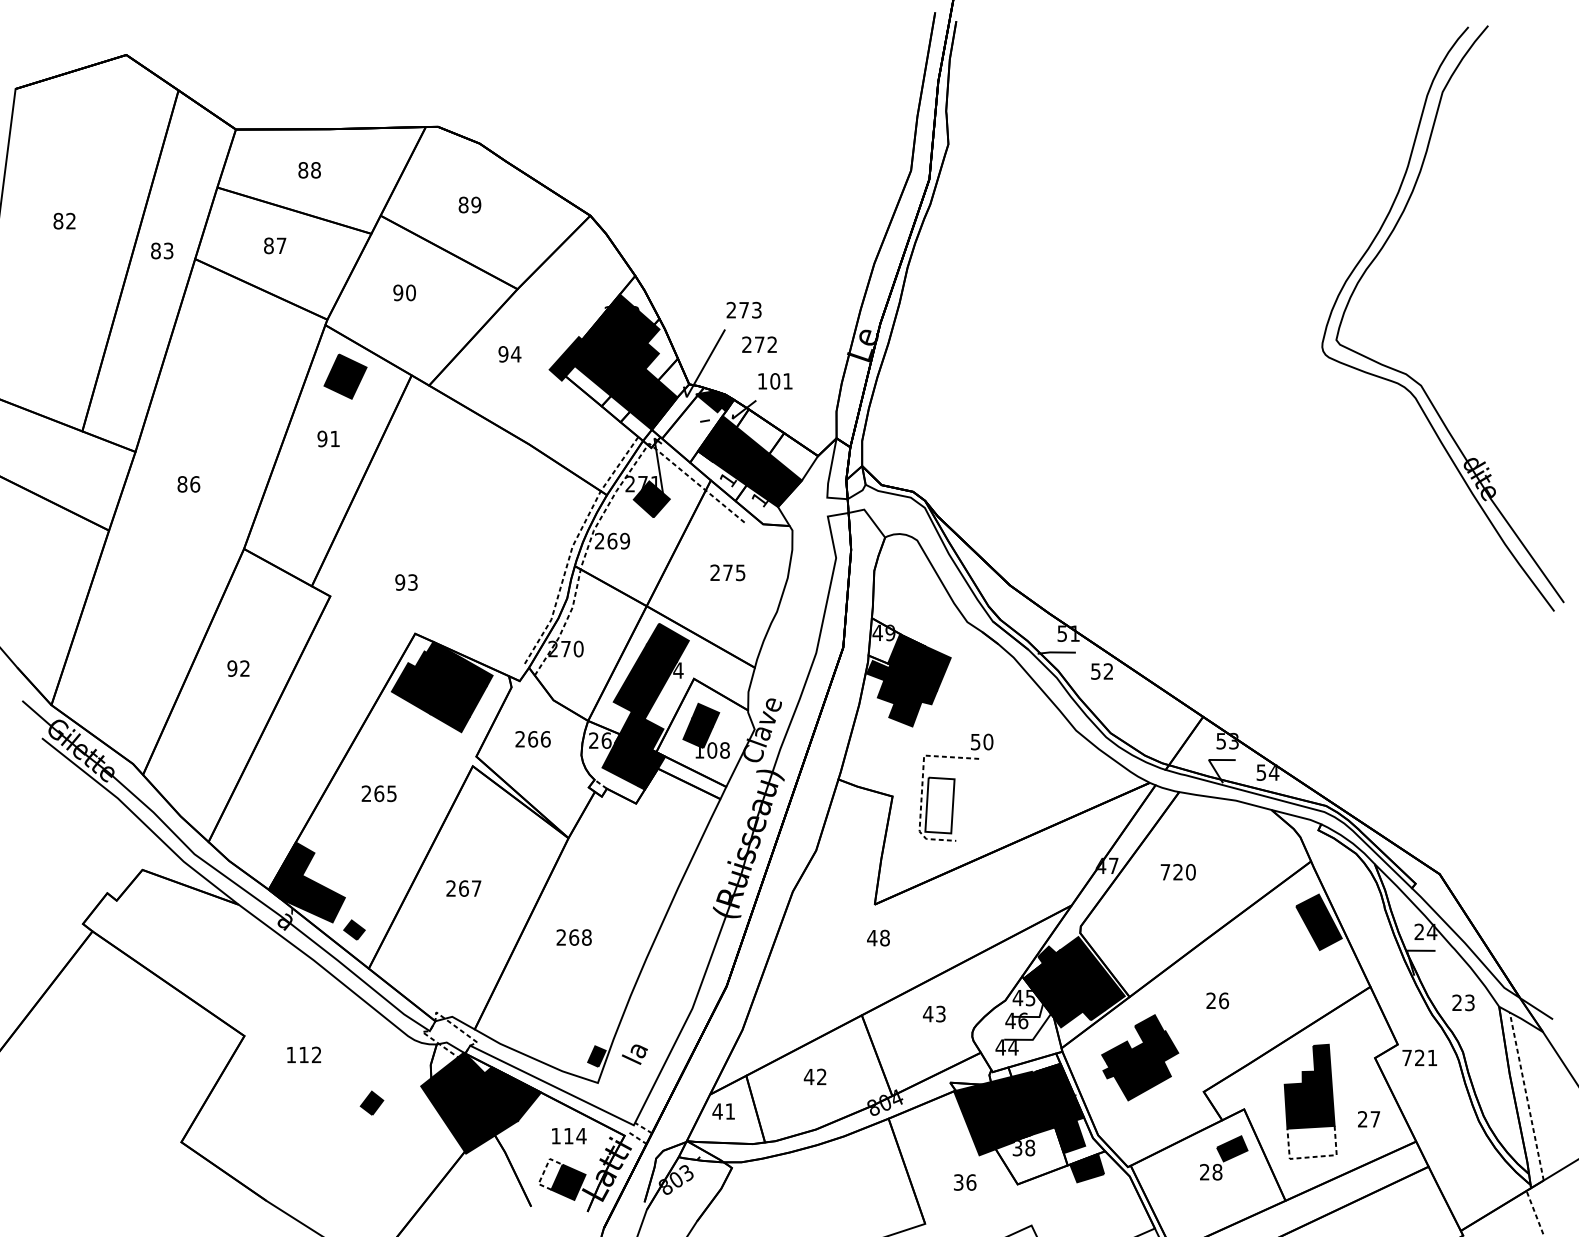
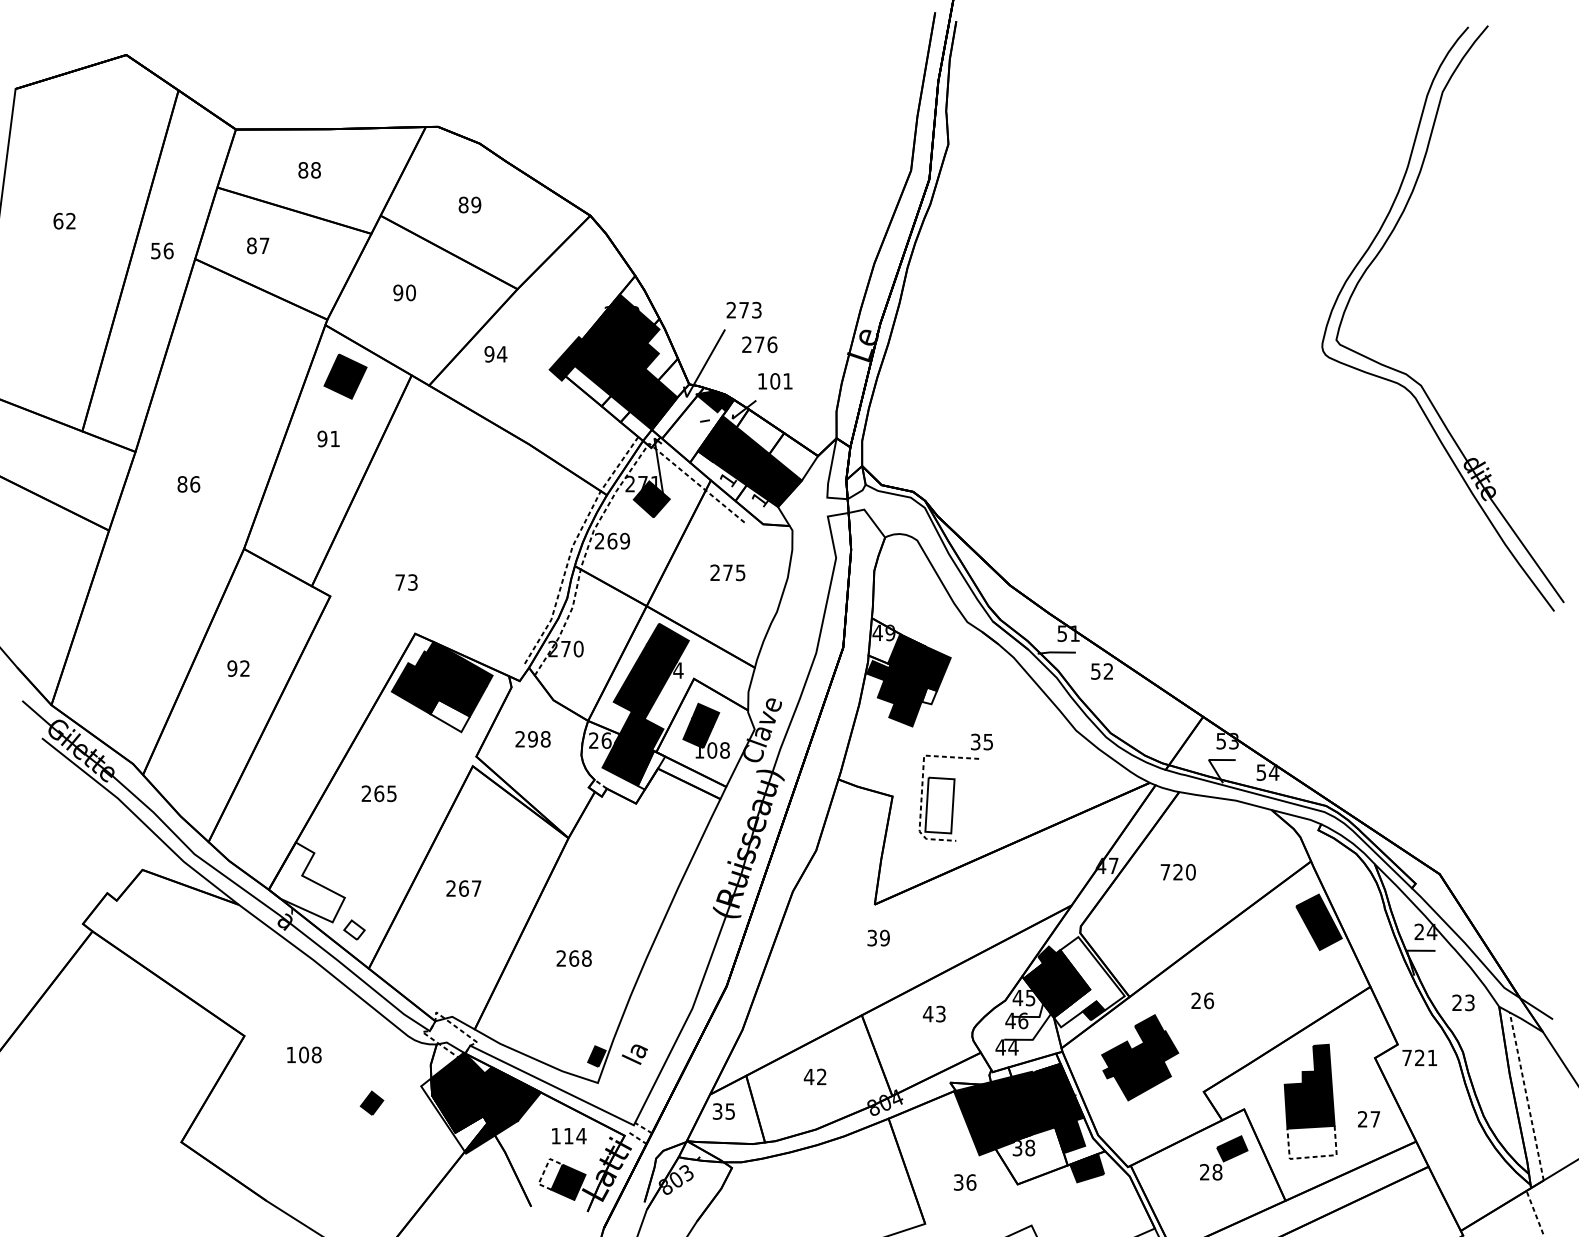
text at (58, 220): 82 -> 62
text at (275, 245) position: (275, 245) -> (258, 245)
text at (162, 250): 83 -> 56
text at (772, 344): 272 -> 276
text at (509, 354) position: (509, 354) -> (495, 354)
text at (400, 582): 93 -> 73
fill at (929, 695): present -> none
fill at (450, 715): present -> none
text at (539, 739): 266 -> 298
text at (982, 741): 50 -> 35
fill at (651, 770): present -> none
fill at (306, 882): present -> none
fill at (354, 929): present -> none
text at (573, 937) position: (573, 937) -> (573, 958)
text at (878, 937): 48 -> 39
fill at (1088, 982): present -> none
text at (1217, 1000) position: (1217, 1000) -> (1202, 1000)
text at (310, 1054): 112 -> 108
text at (723, 1111): 41 -> 35
fill at (454, 1114): present -> none
